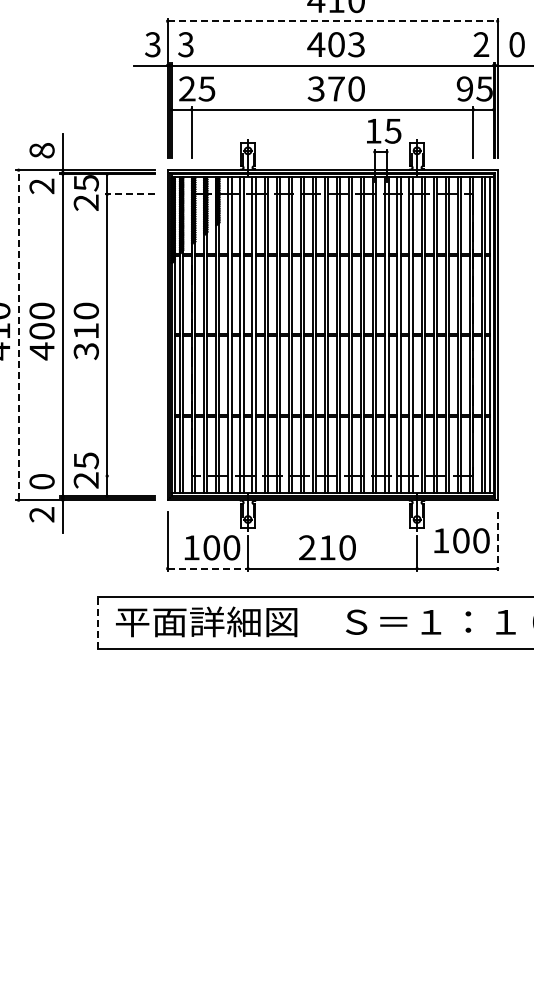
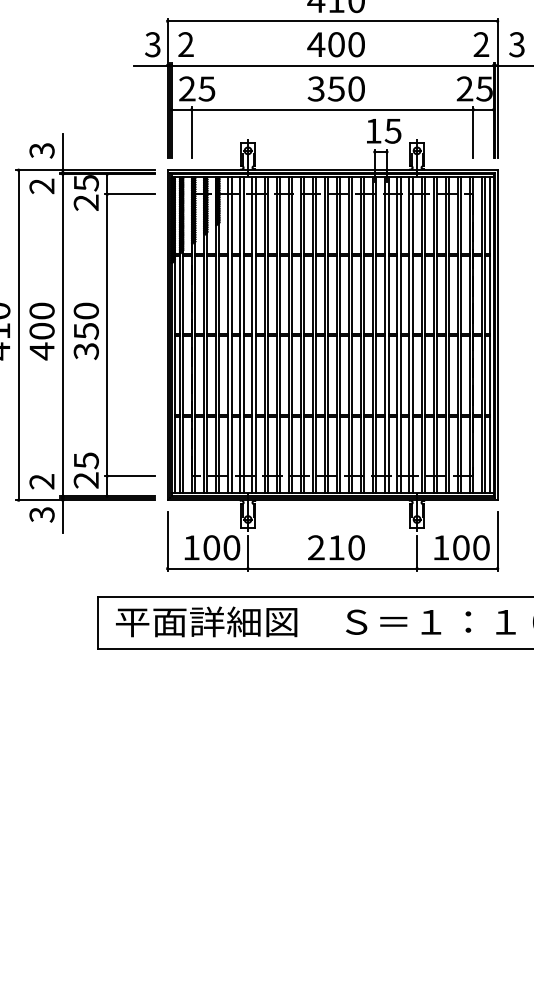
line at (333, 21): dashed -> solid
text at (185, 44): 3 -> 2
text at (356, 44): 403 -> 400
text at (516, 44): 0 -> 3
text at (335, 88): 370 -> 350
text at (464, 88): 95 -> 25
text at (41, 150): 8 -> 3
line at (129, 194): dashed -> solid
text at (86, 331): 310 -> 350
line at (18, 334): dashed -> solid
line at (129, 476): none -> present
text at (41, 481): 0 -> 2
text at (42, 514): 2 -> 3
text at (461, 540) position: (461, 540) -> (461, 547)
line at (497, 542): dashed -> solid
text at (327, 547) position: (327, 547) -> (336, 547)
line at (208, 568): dashed -> solid
line at (97, 622): dashed -> solid
